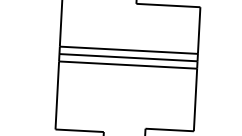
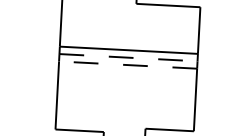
line at (129, 57): solid -> dashed
line at (127, 65): solid -> dashed
